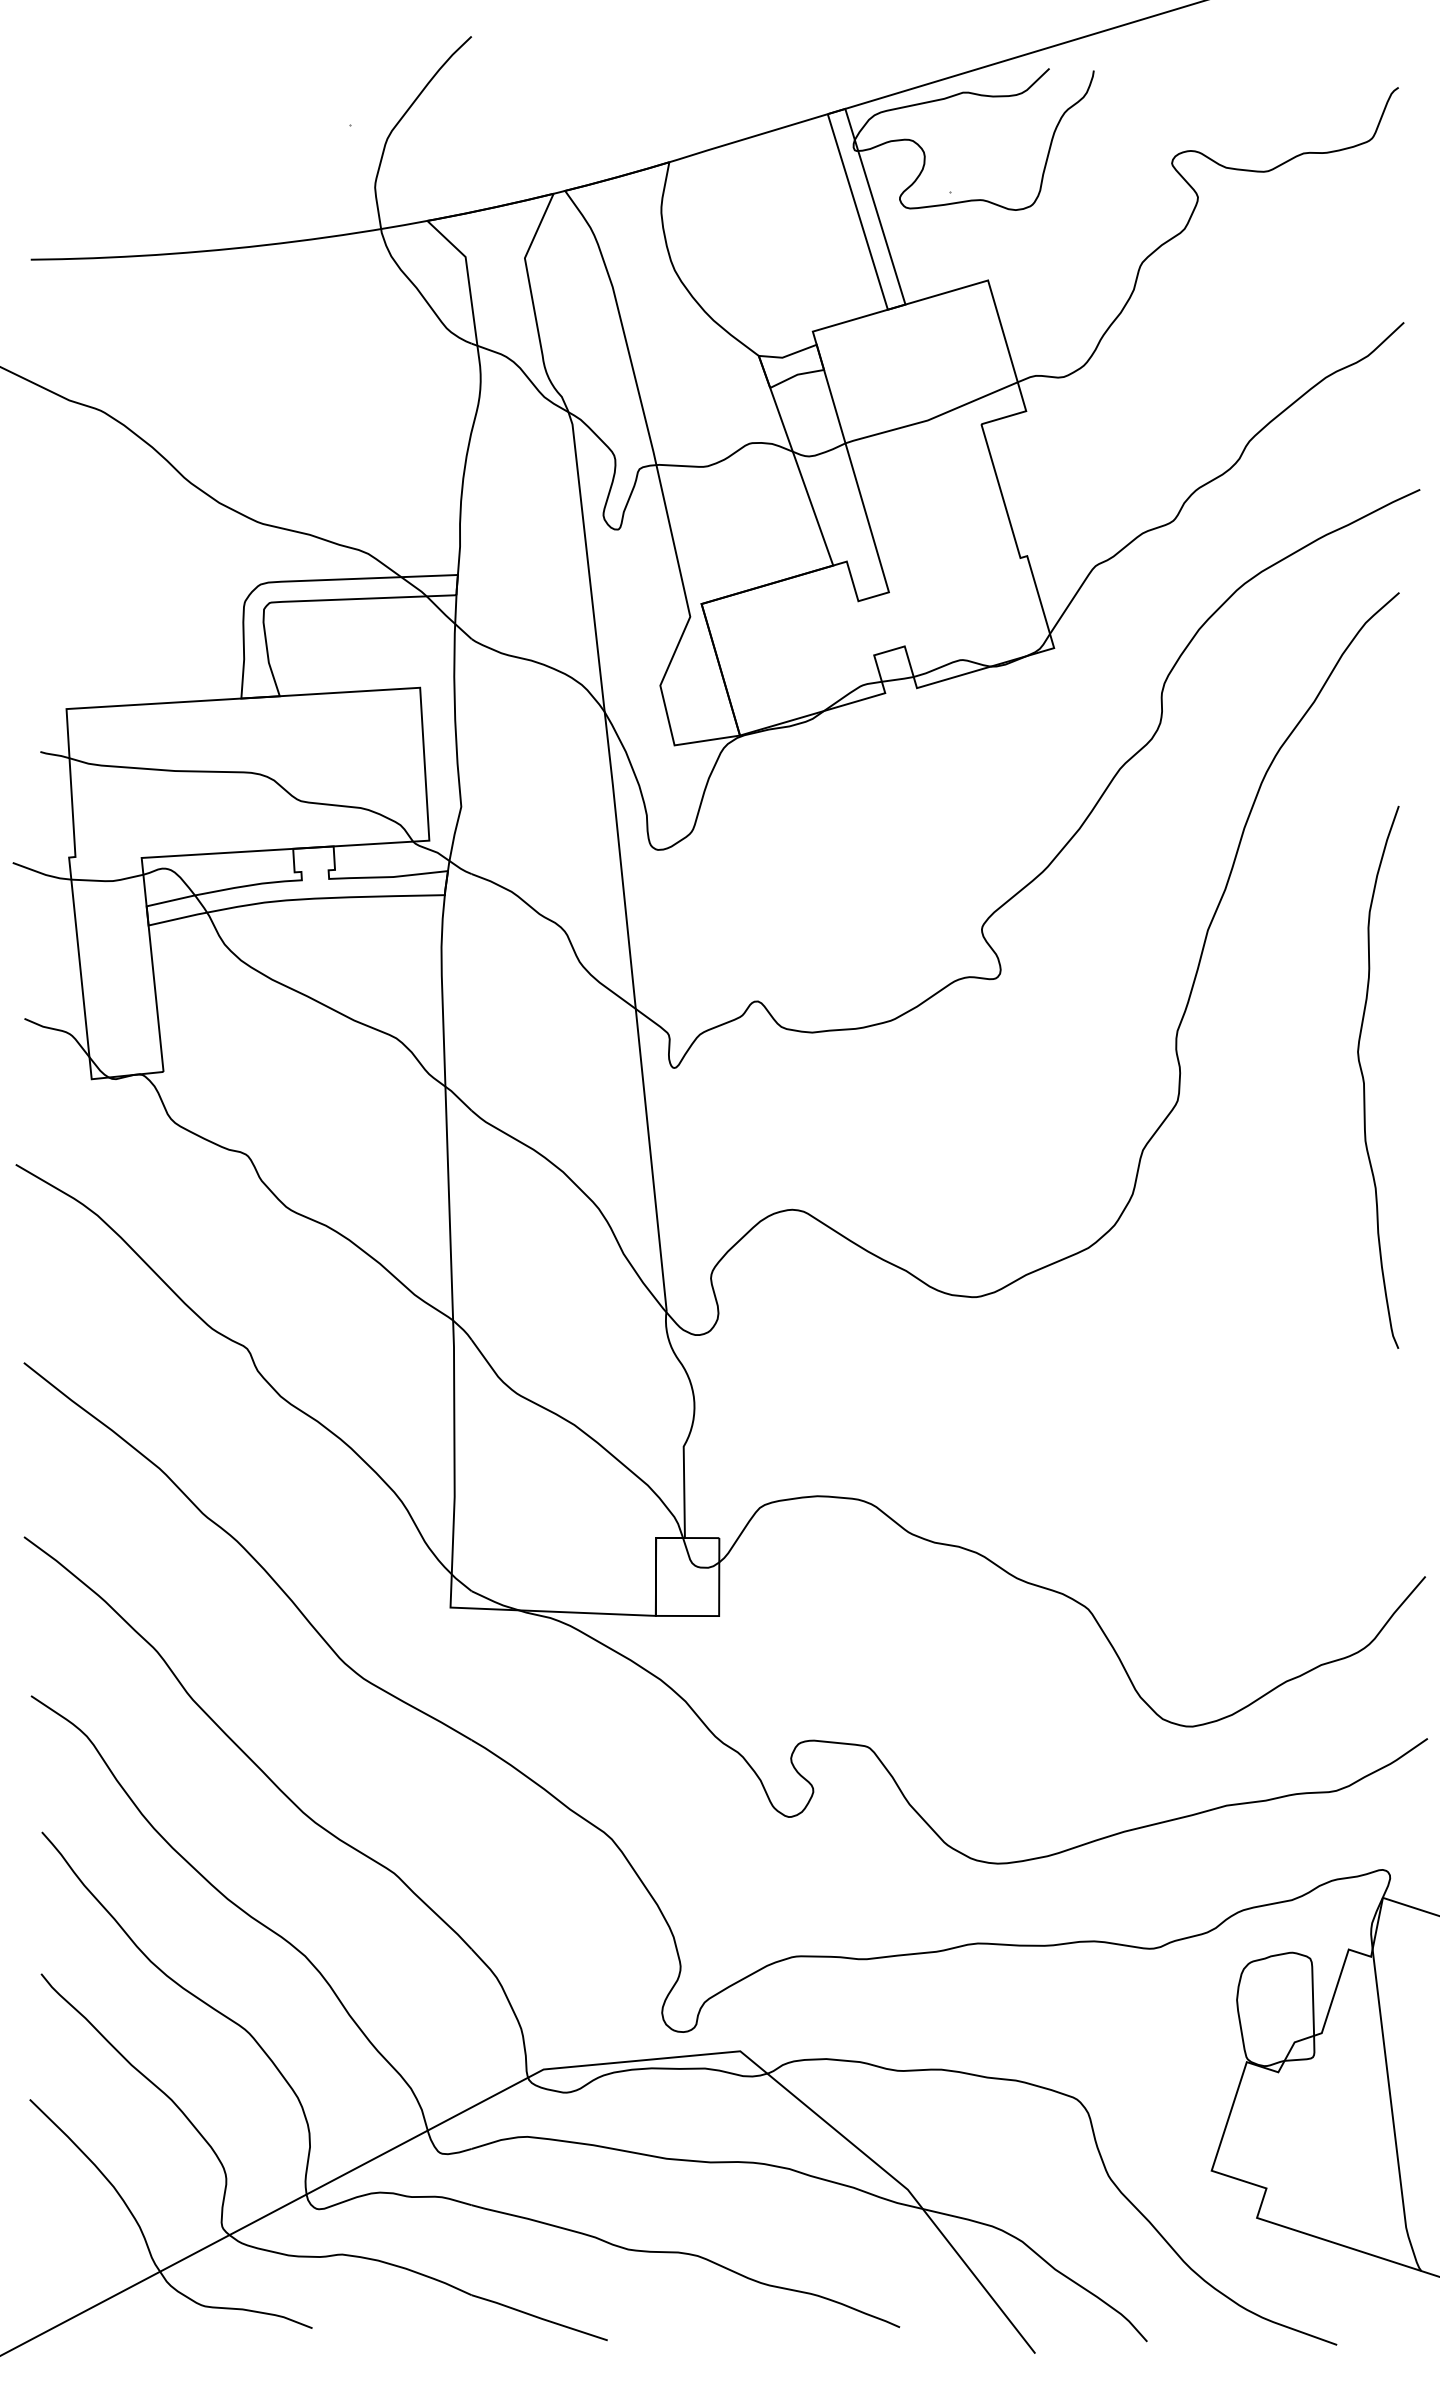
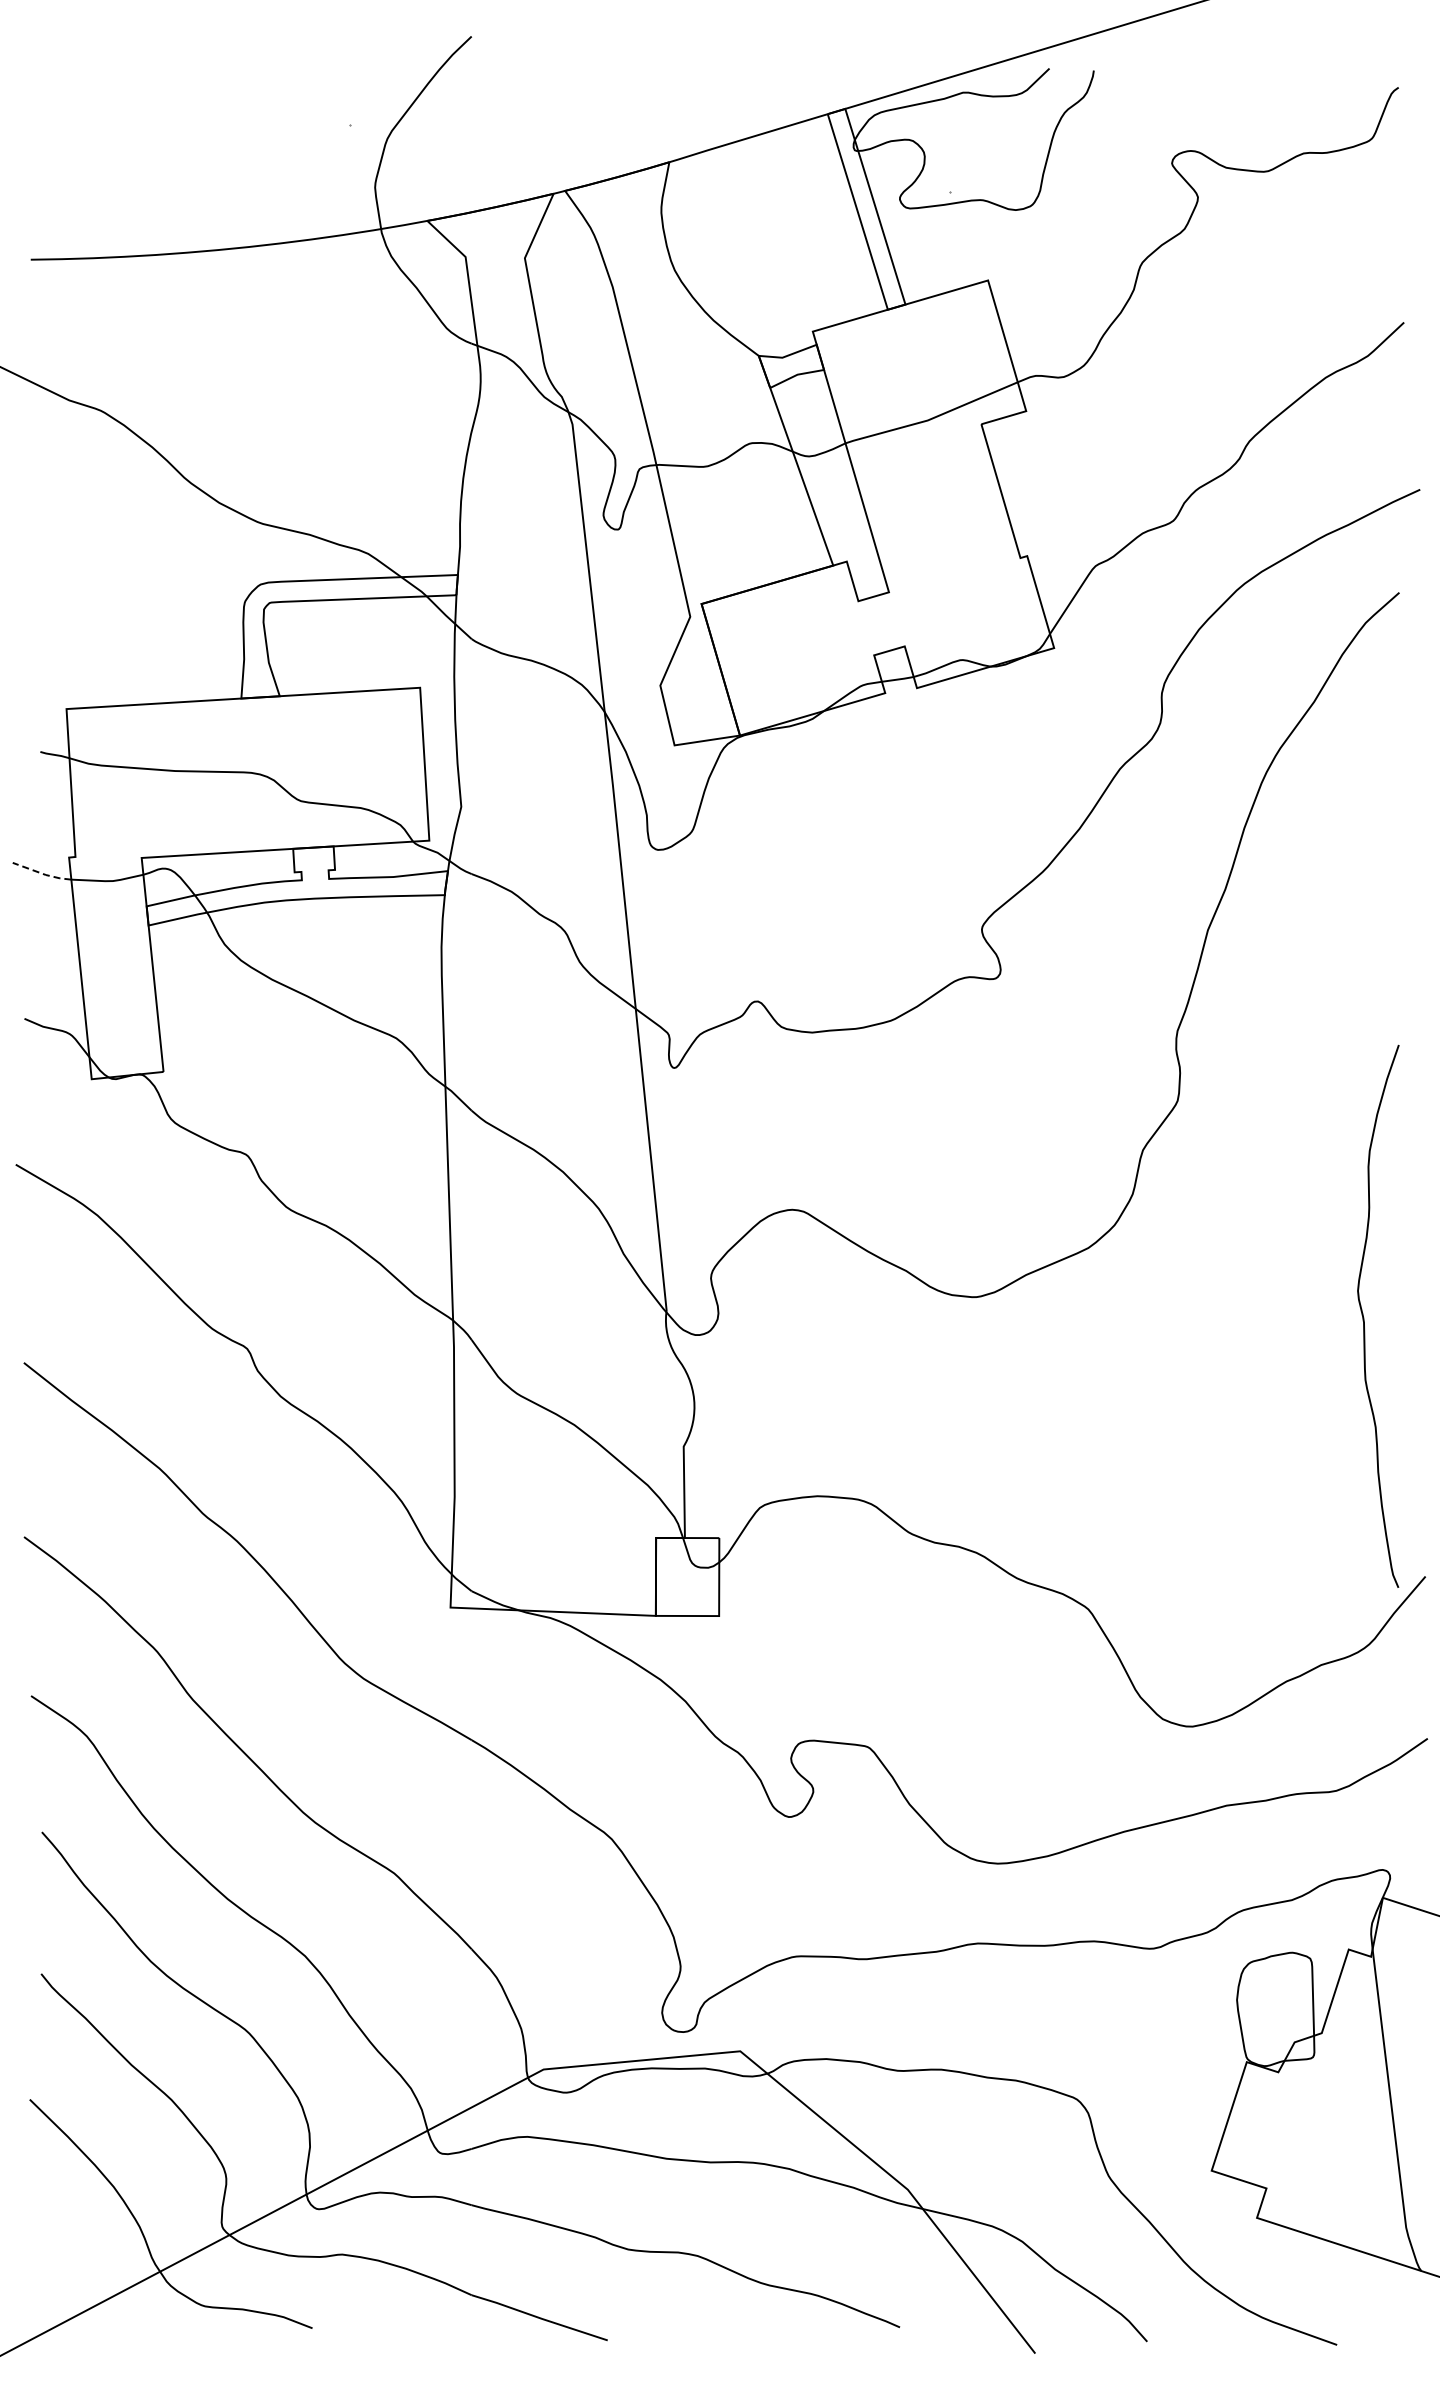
line at (42, 873): solid -> dashed
curve at (1364, 1078) position: (1364, 1078) -> (1364, 1317)
